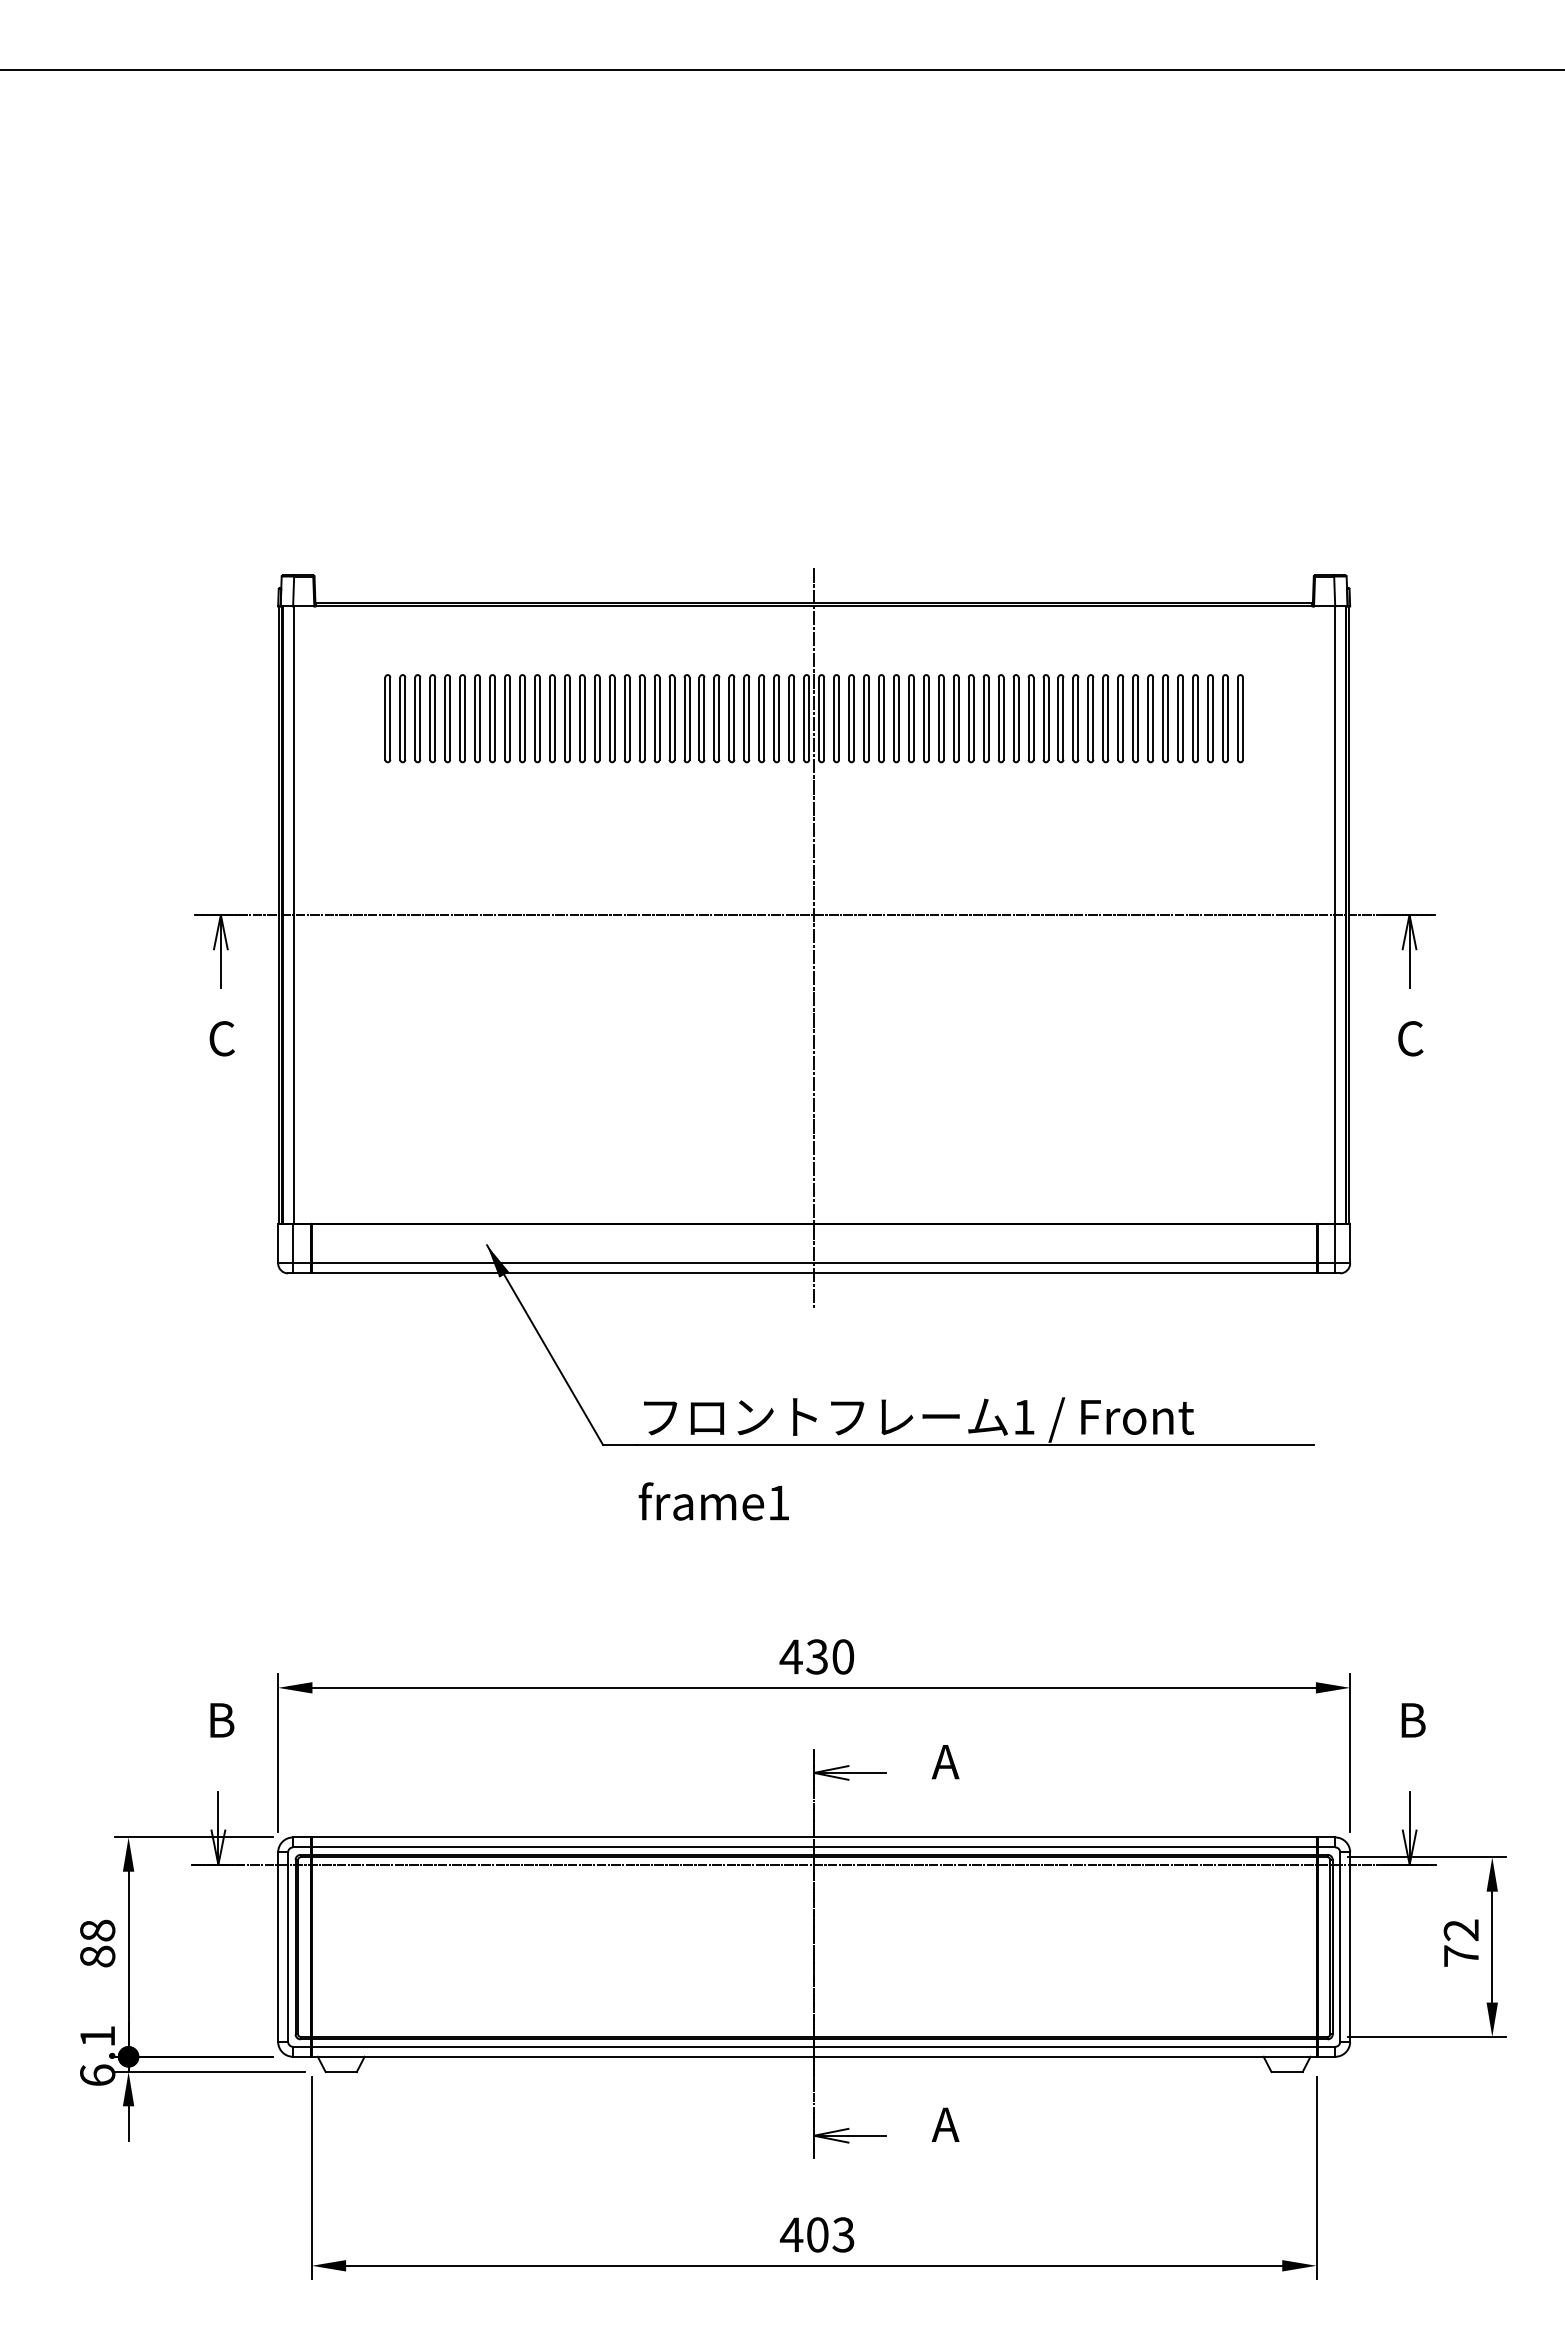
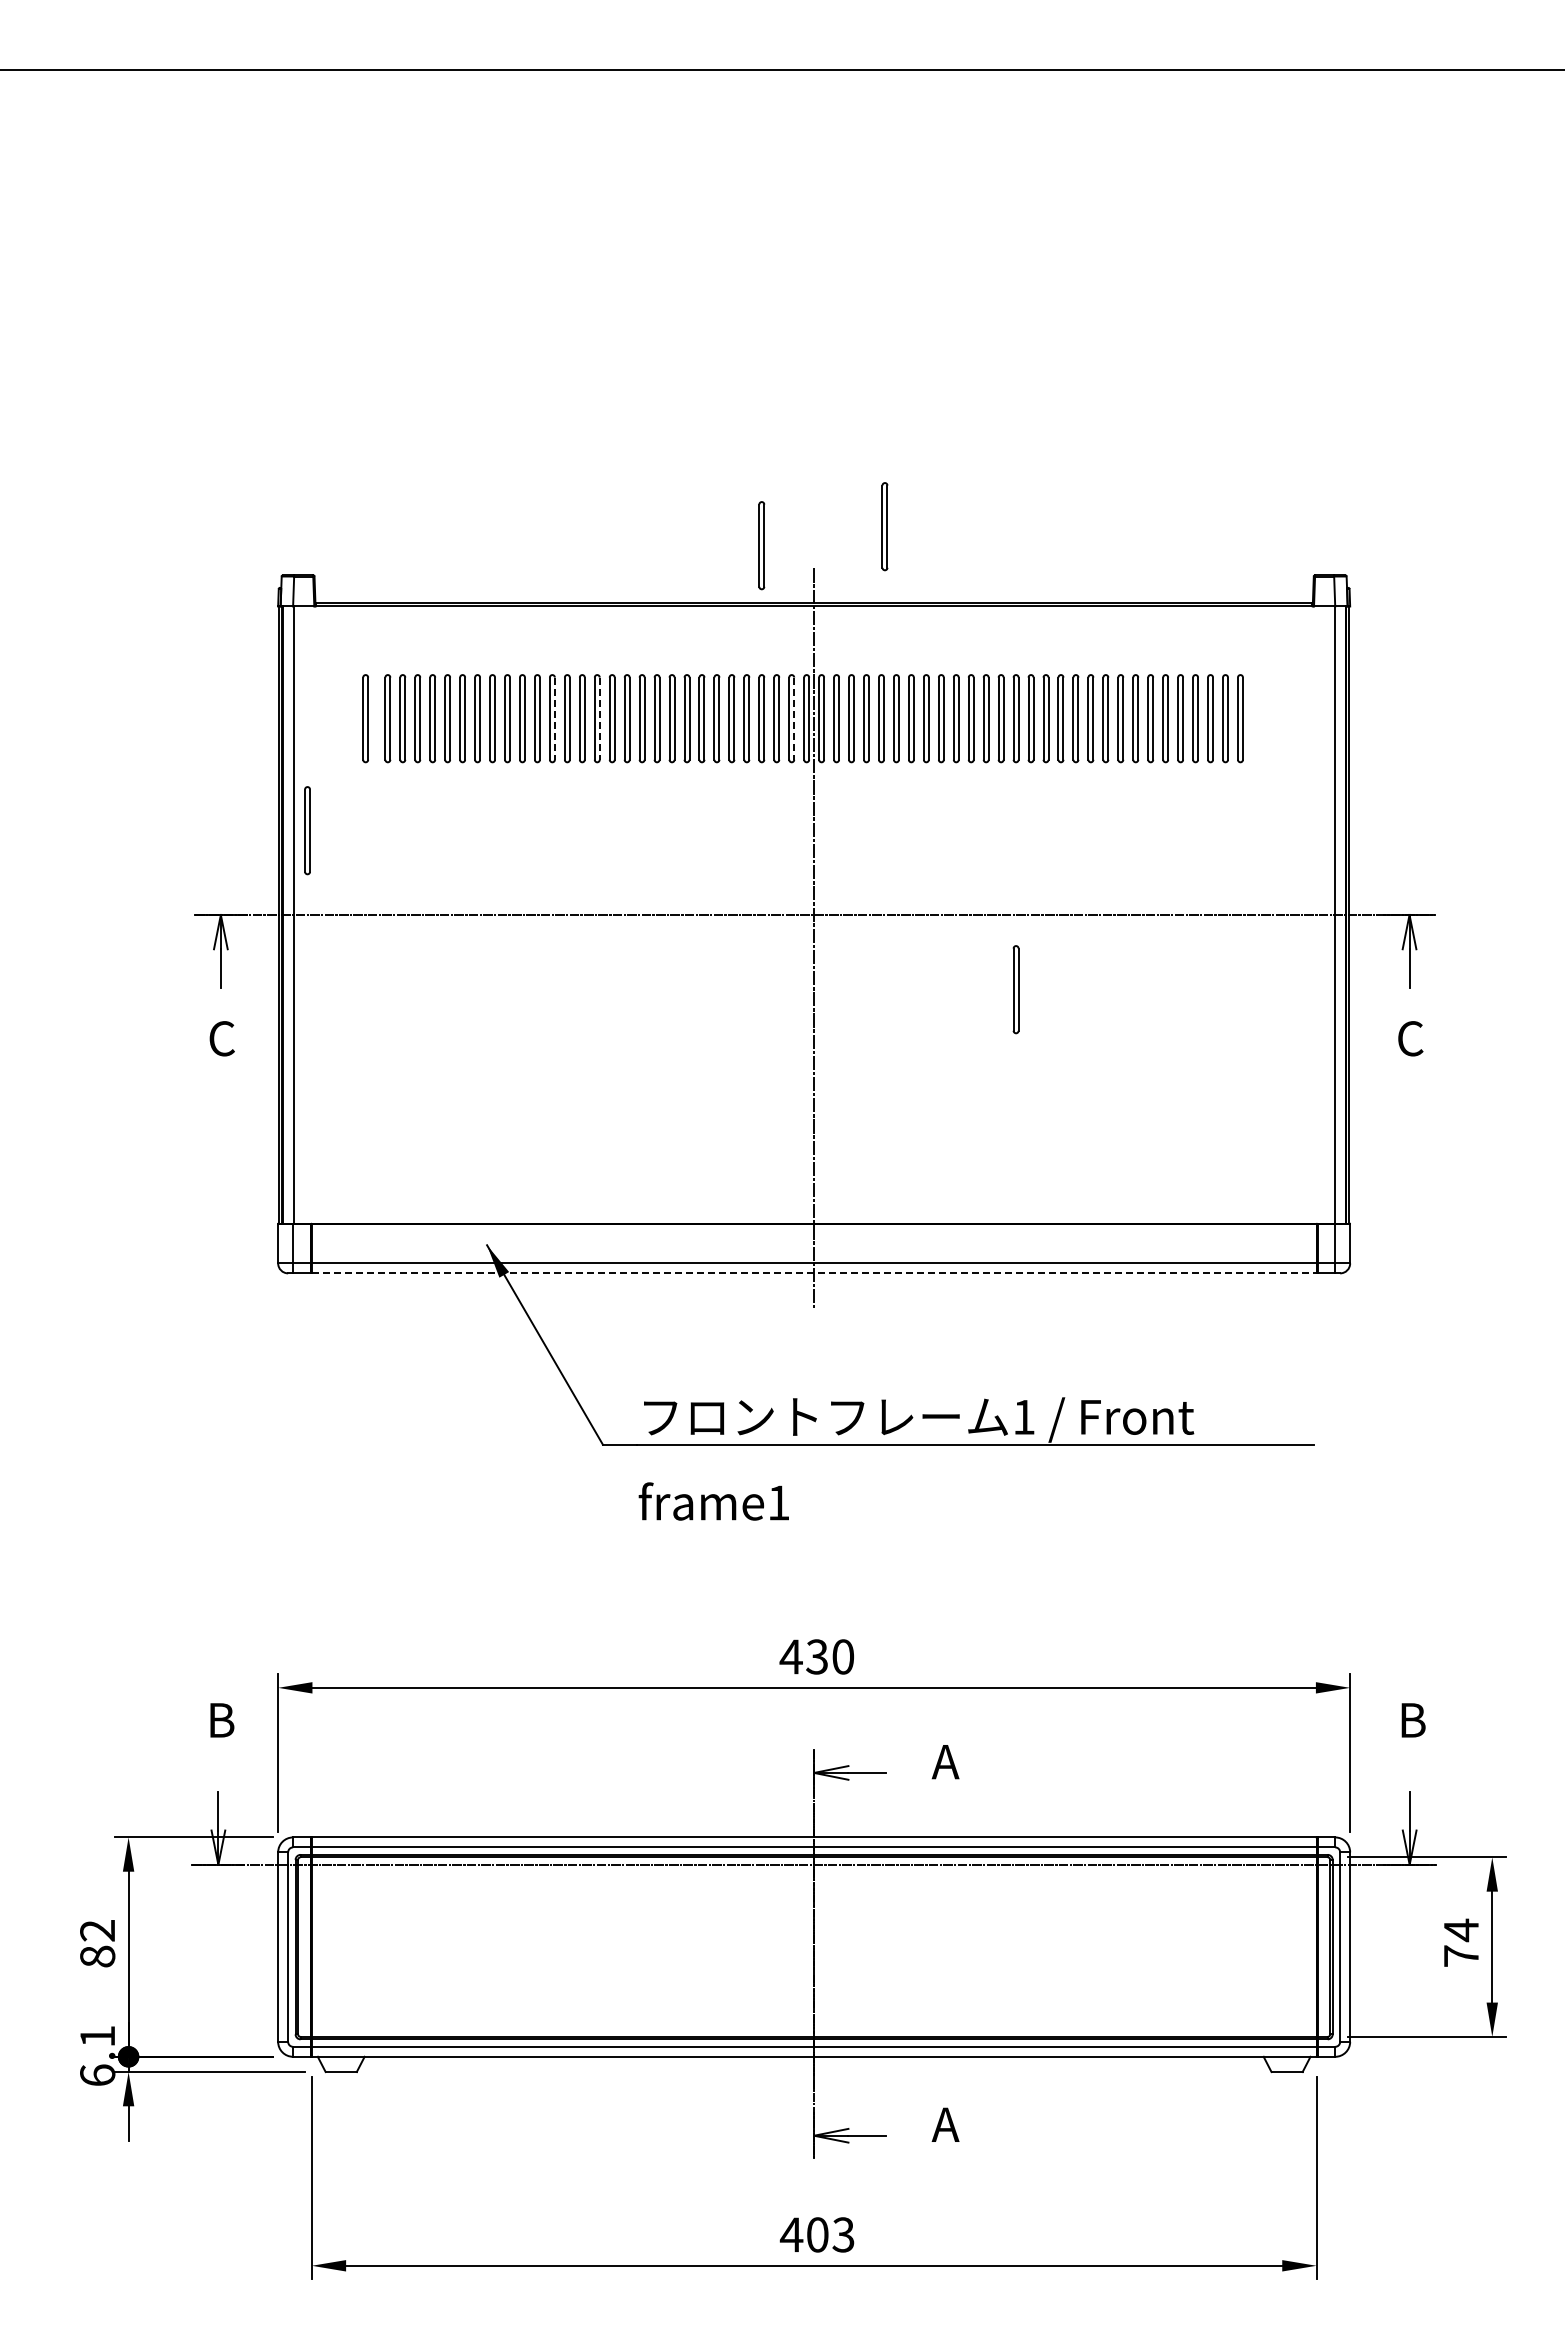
part at (884, 526): none -> present
part at (761, 545): none -> present
part at (365, 718): none -> present
line at (554, 719): solid -> dashed
line at (599, 719): solid -> dashed
line at (794, 719): solid -> dashed
part at (307, 830): none -> present
part at (1015, 989): none -> present
line at (814, 1273): solid -> dashed
text at (97, 1930): 88 -> 82
text at (1460, 1930): 72 -> 74
